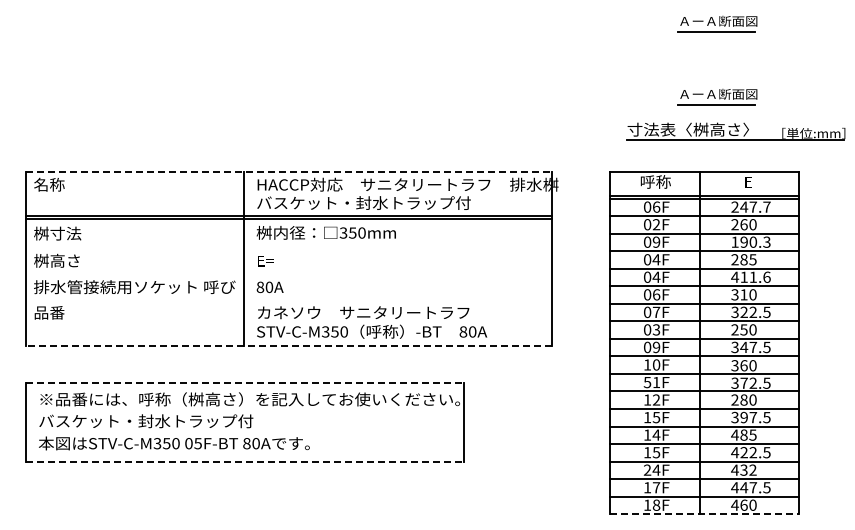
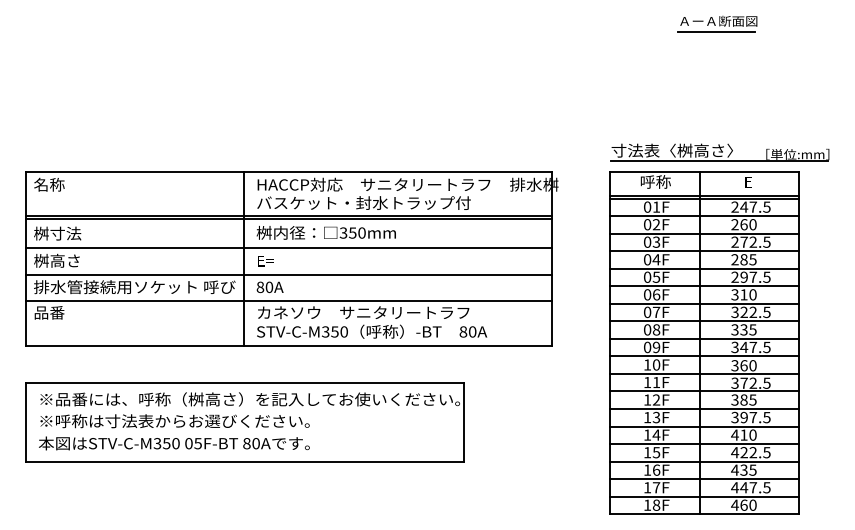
part at (717, 97): present -> none
part at (735, 131) position: (735, 131) -> (719, 152)
line at (288, 172): dashed -> solid
text at (656, 206): 06F -> 01F
text at (766, 206): 247.7 -> 247.5
text at (750, 241): 190.3 -> 272.5
text at (656, 242): 09F -> 03F
line at (288, 248): none -> present
line at (288, 274): none -> present
text at (656, 276): 04F -> 05F
text at (750, 276): 411.6 -> 297.5
line at (288, 300): none -> present
text at (656, 329): 03F -> 08F
text at (743, 329): 250 -> 335
line at (288, 346): dashed -> solid
line at (245, 382): dashed -> solid
text at (647, 382): 51F -> 11F
text at (743, 399): 280 -> 385
text at (656, 416): 15F -> 13F
text at (174, 421): バスケット・封水トラップ付 -> ※呼称は寸法表からお選びください。
text at (748, 434): 485 -> 410
line at (245, 461): dashed -> solid
text at (651, 469): 24F -> 16F
text at (752, 469): 432 -> 435
line at (704, 514): dashed -> solid
